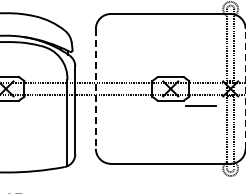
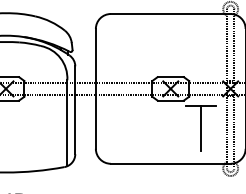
line at (95, 88): dashed -> solid
line at (245, 88): dashed -> solid
line at (200, 127): none -> present
